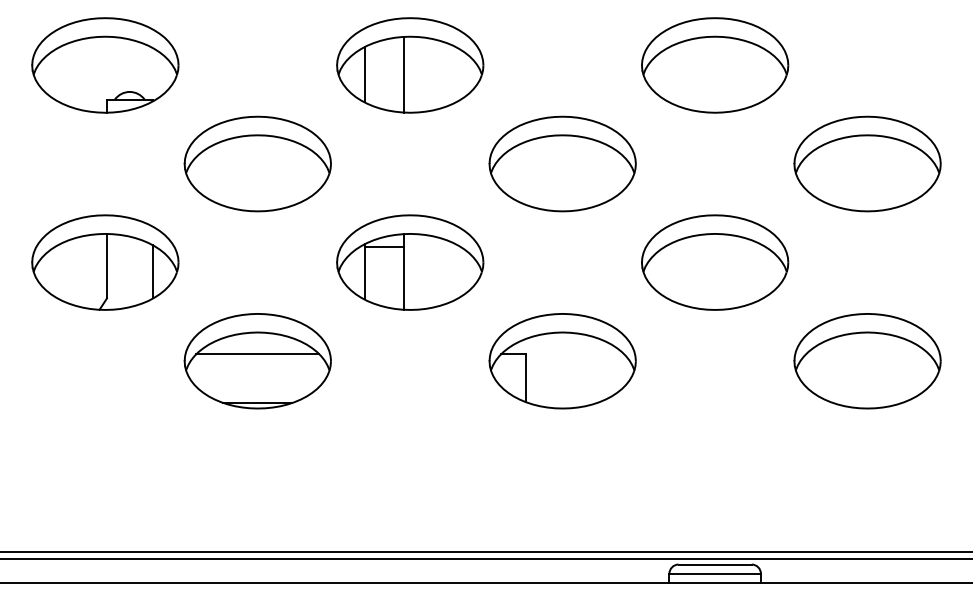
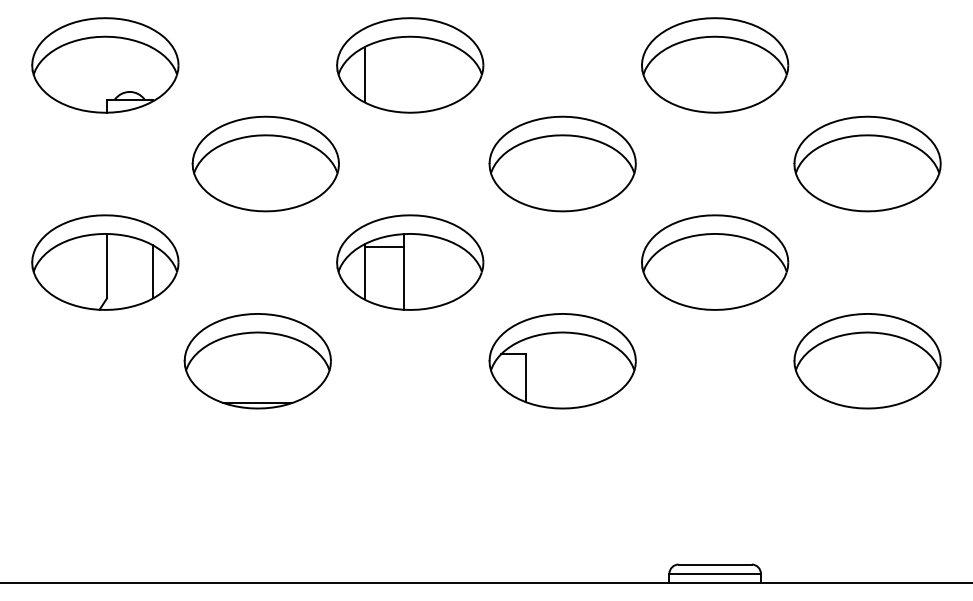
line at (404, 74): present -> none
part at (257, 163) position: (257, 163) -> (265, 163)
line at (257, 354): present -> none
line at (485, 552): present -> none
line at (485, 559): present -> none
